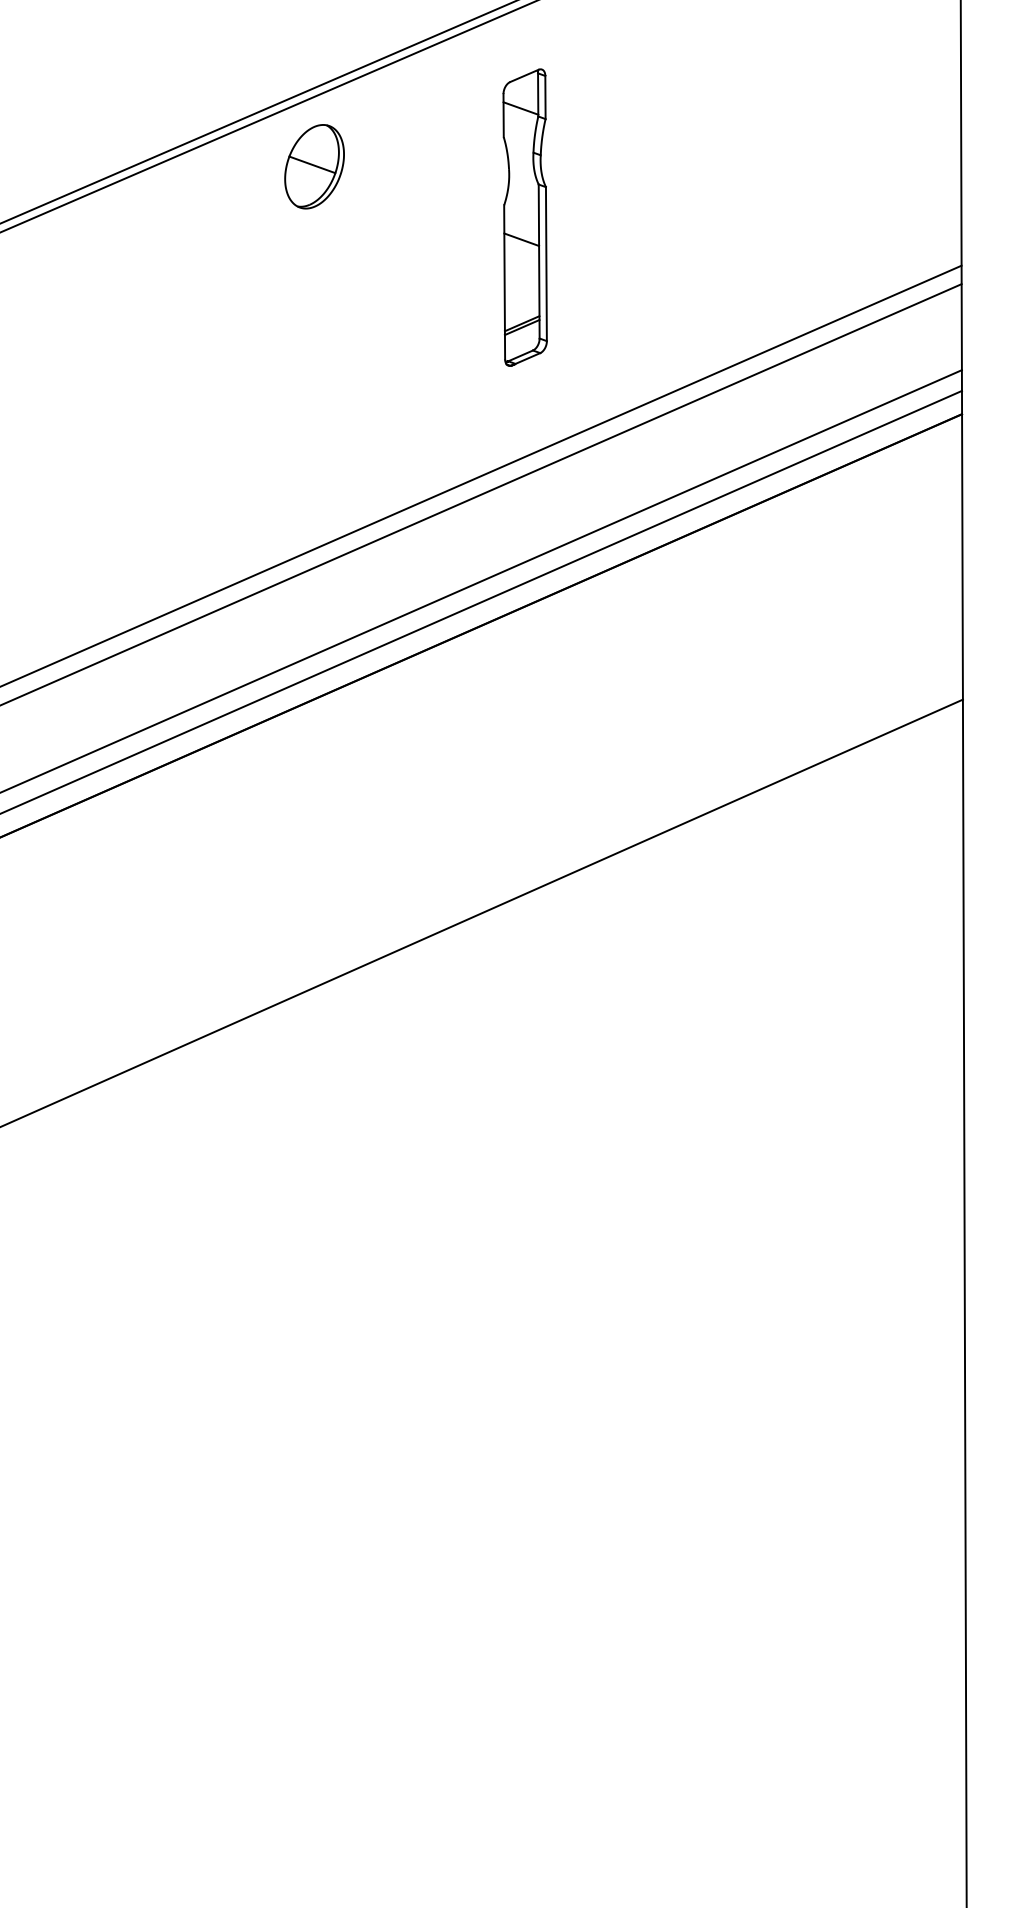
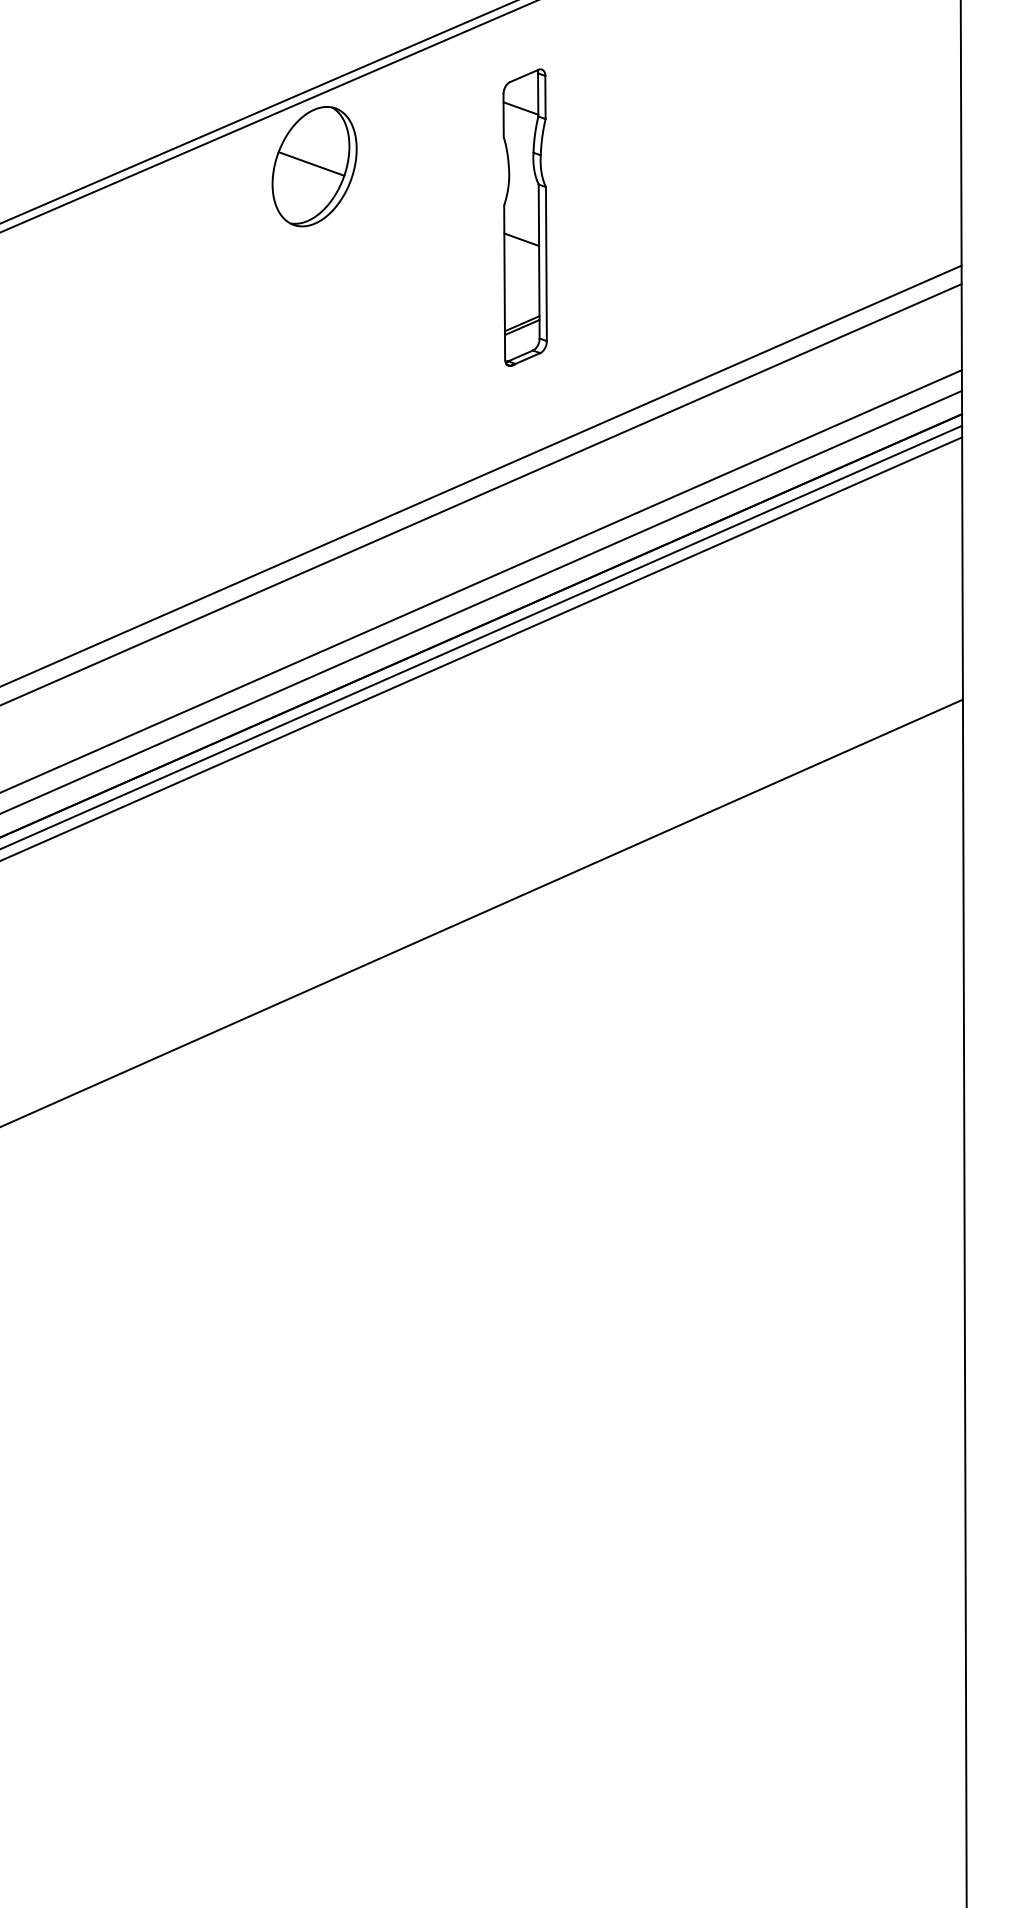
part at (314, 166) size: 61x86 px -> 87x122 px
line at (482, 636): none -> present
line at (482, 648): none -> present
